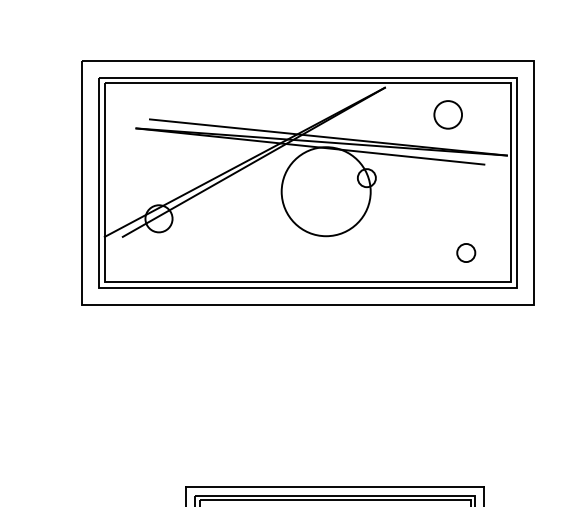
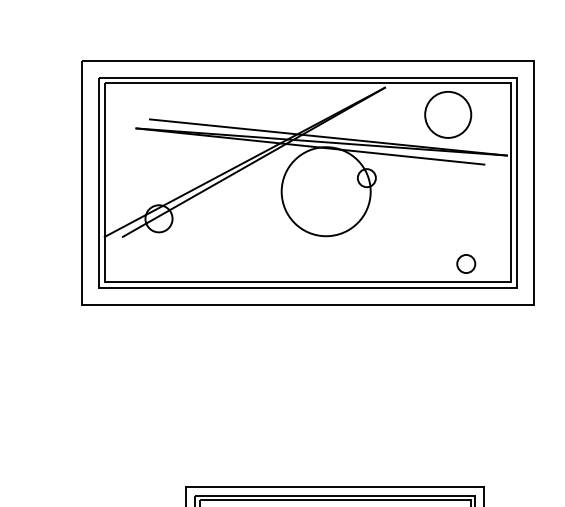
circle at (448, 114) diameter: 28 px -> 46 px
circle at (466, 252) position: (466, 252) -> (466, 263)
